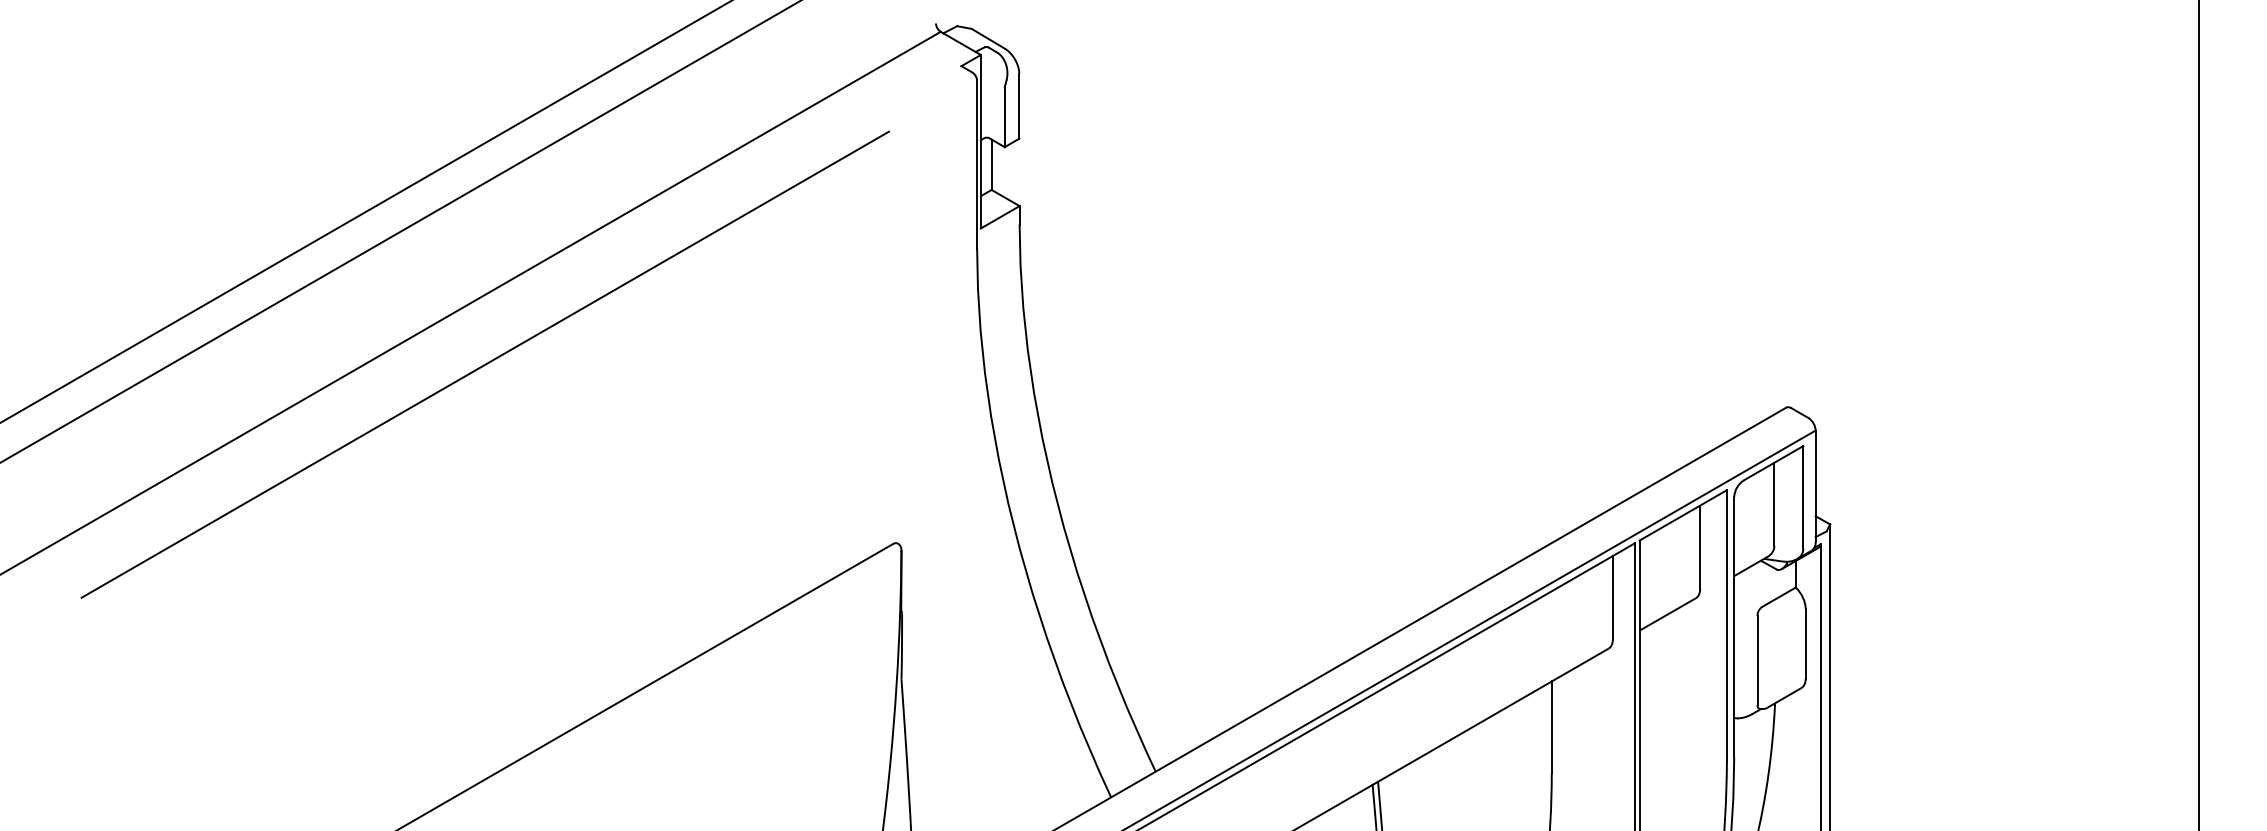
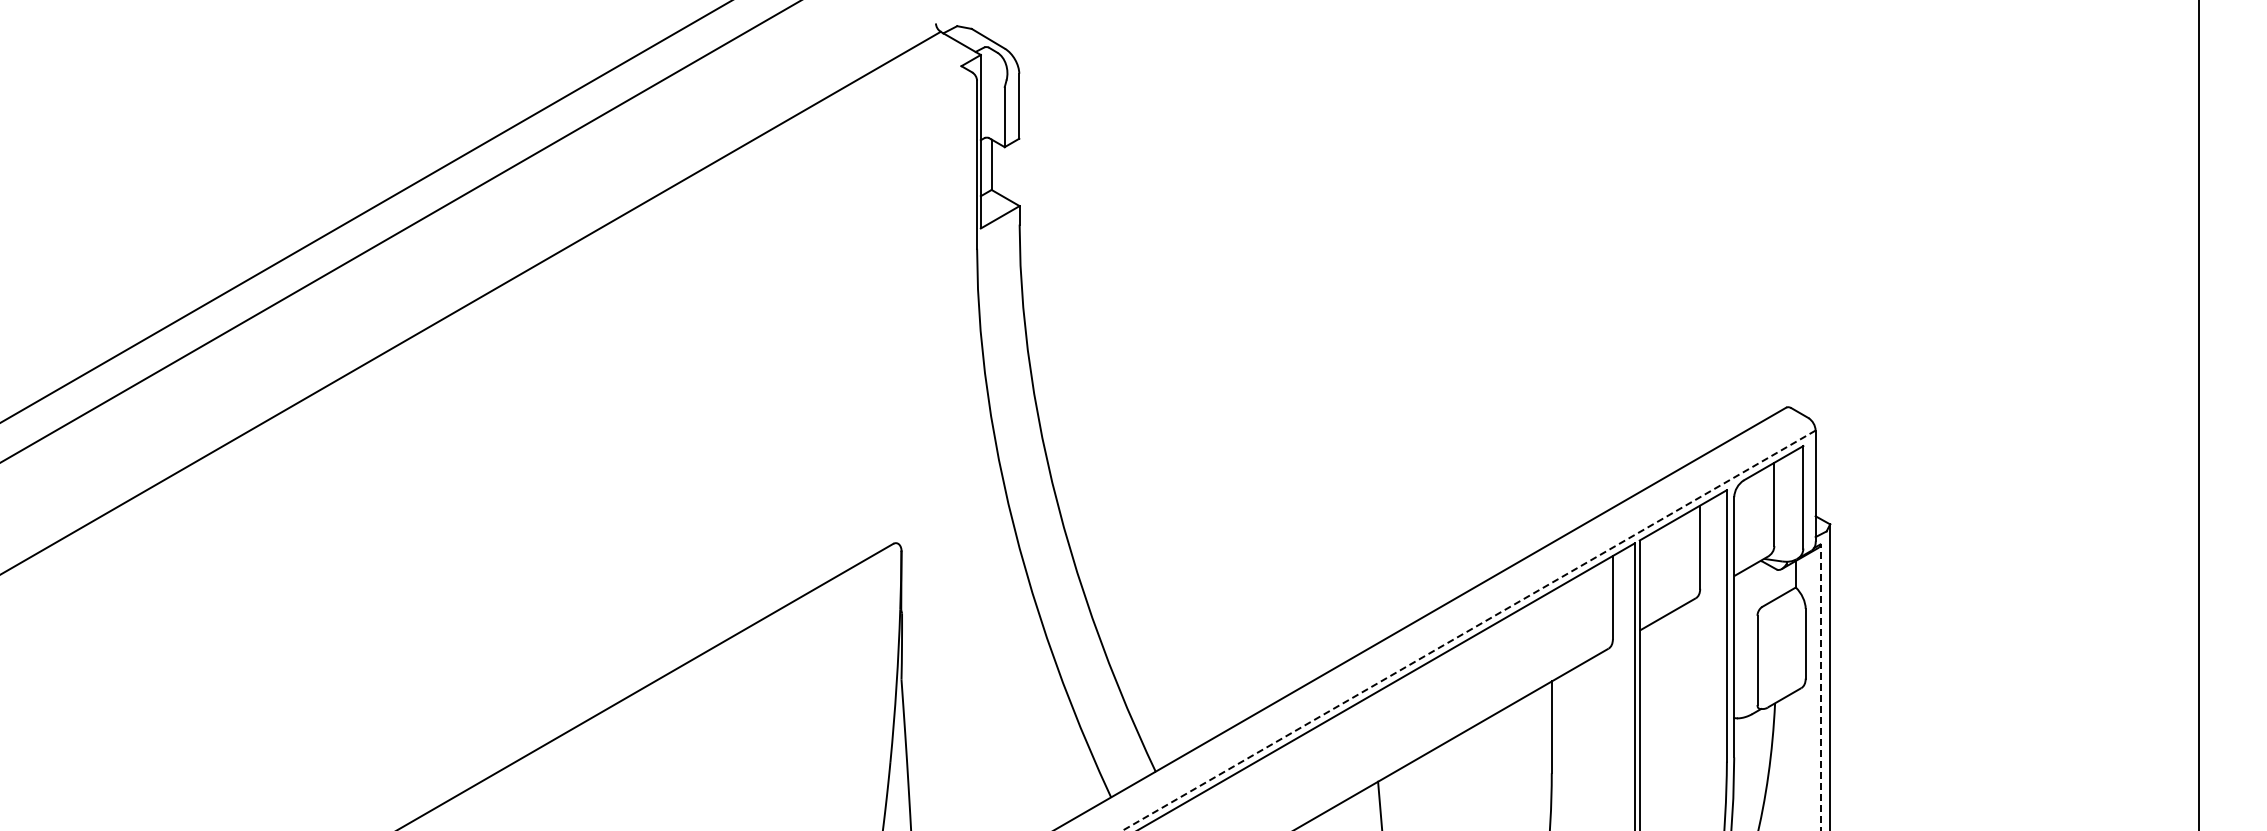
line at (485, 364): present -> none
line at (1469, 630): solid -> dashed
line at (1820, 687): solid -> dashed
line at (1374, 805): present -> none
